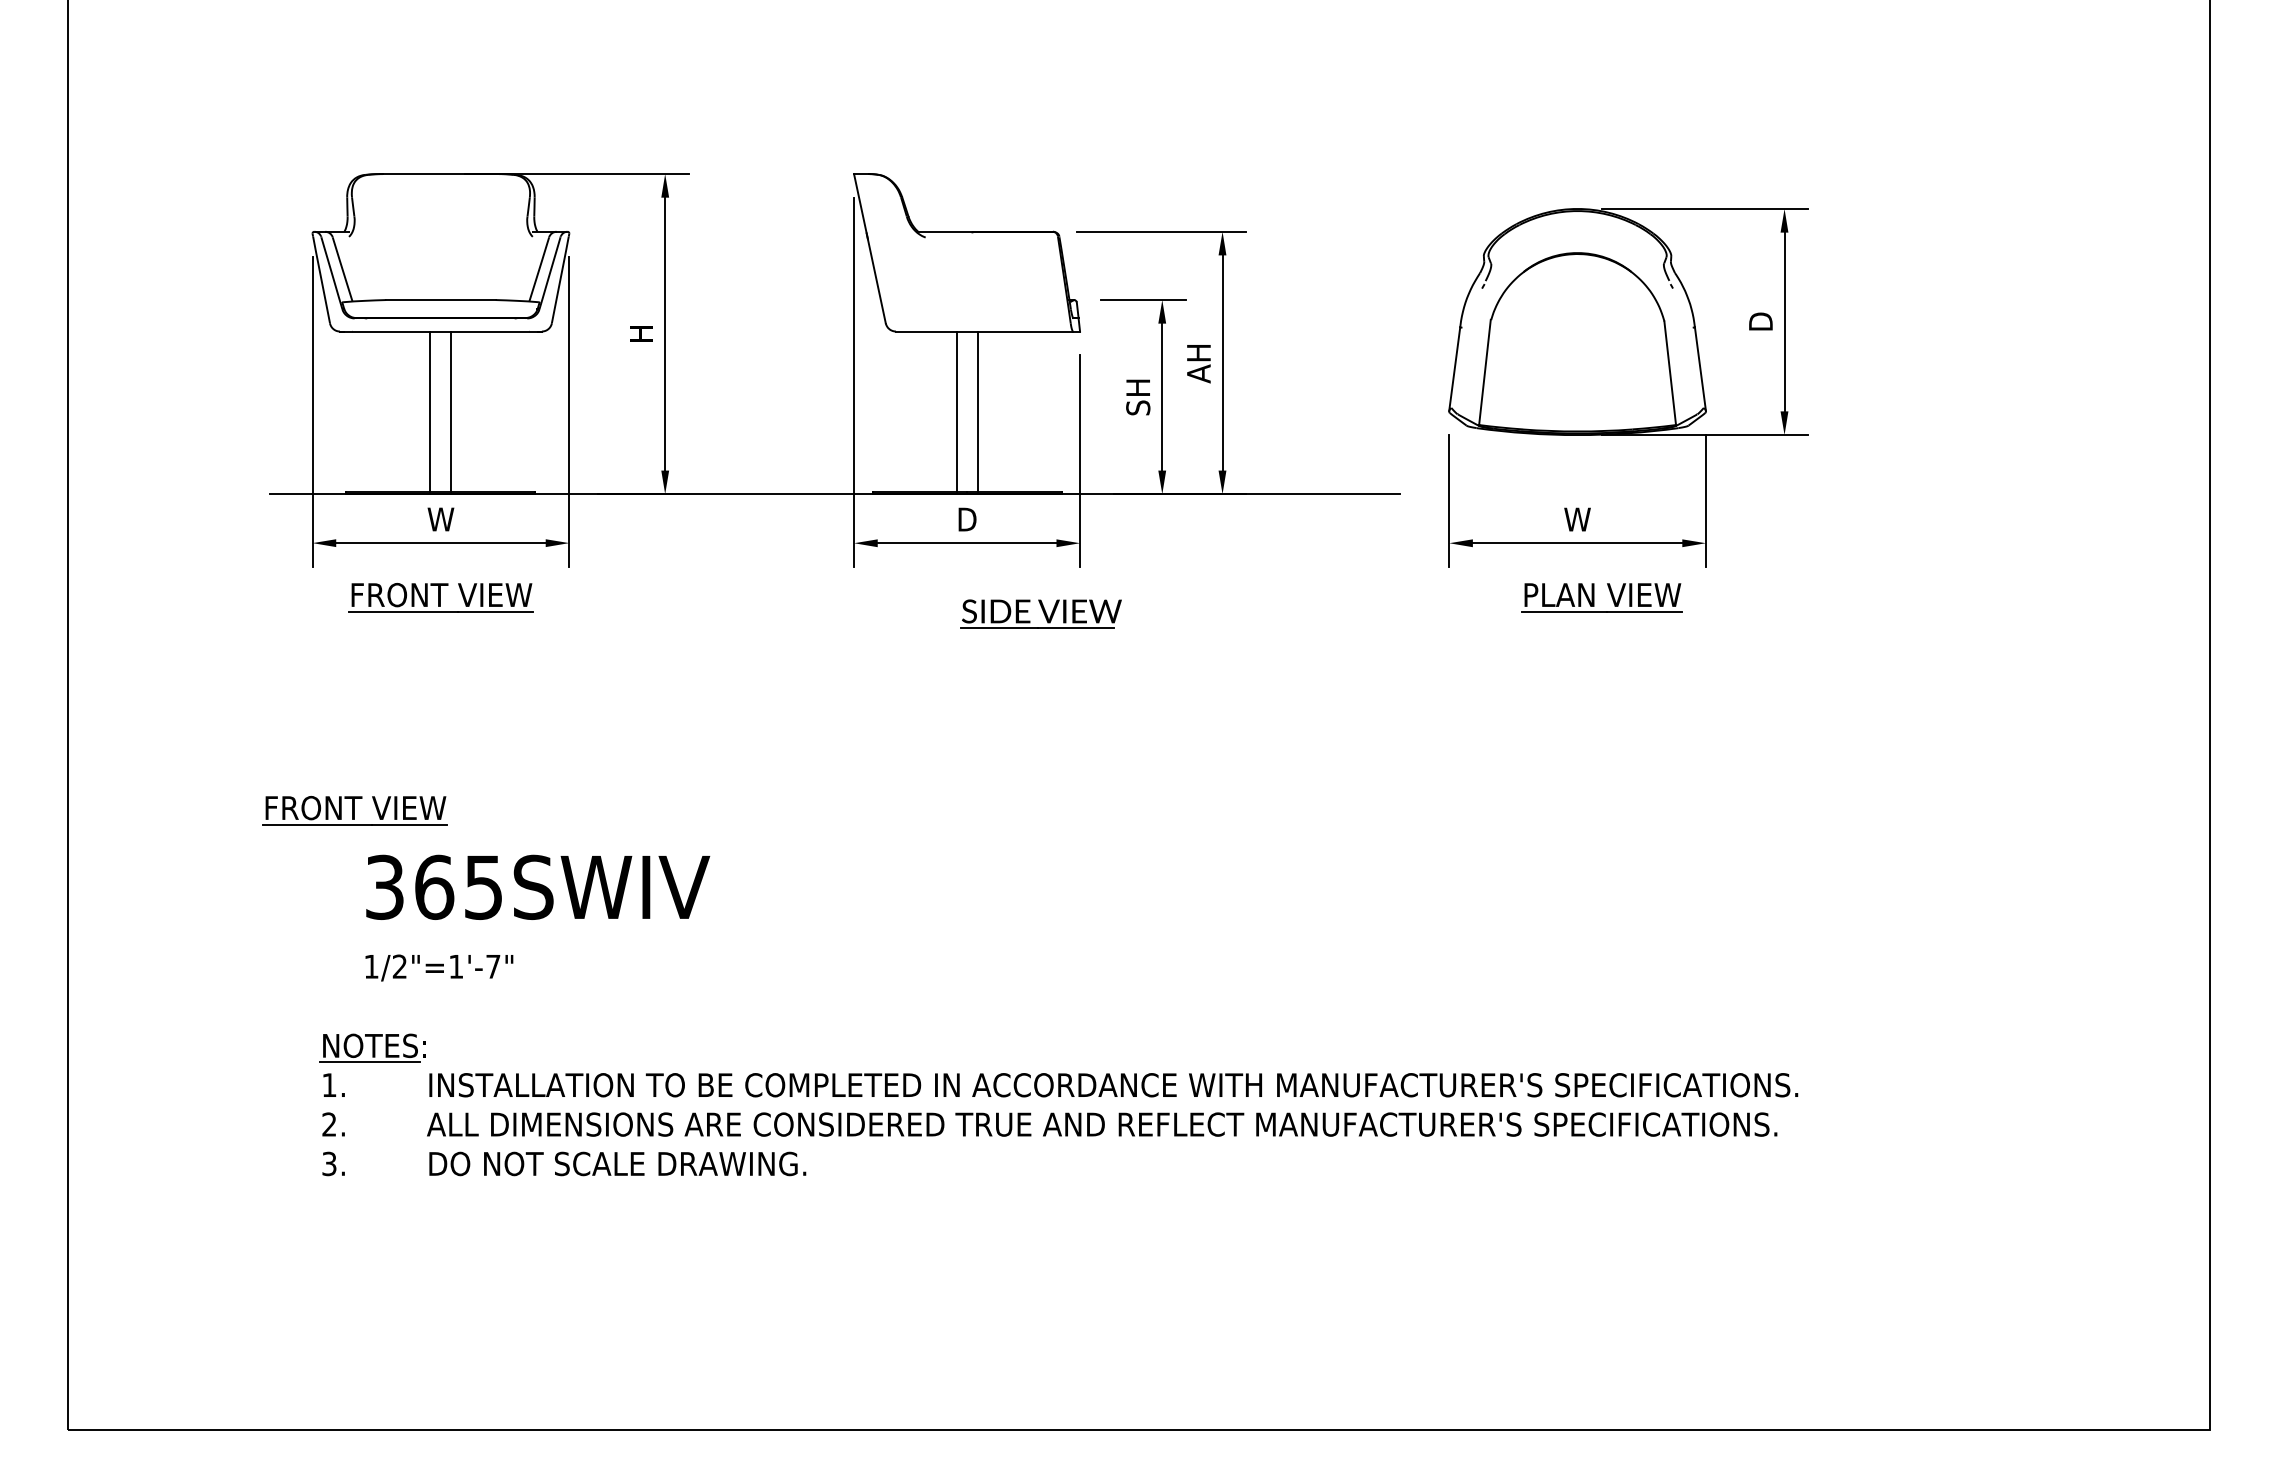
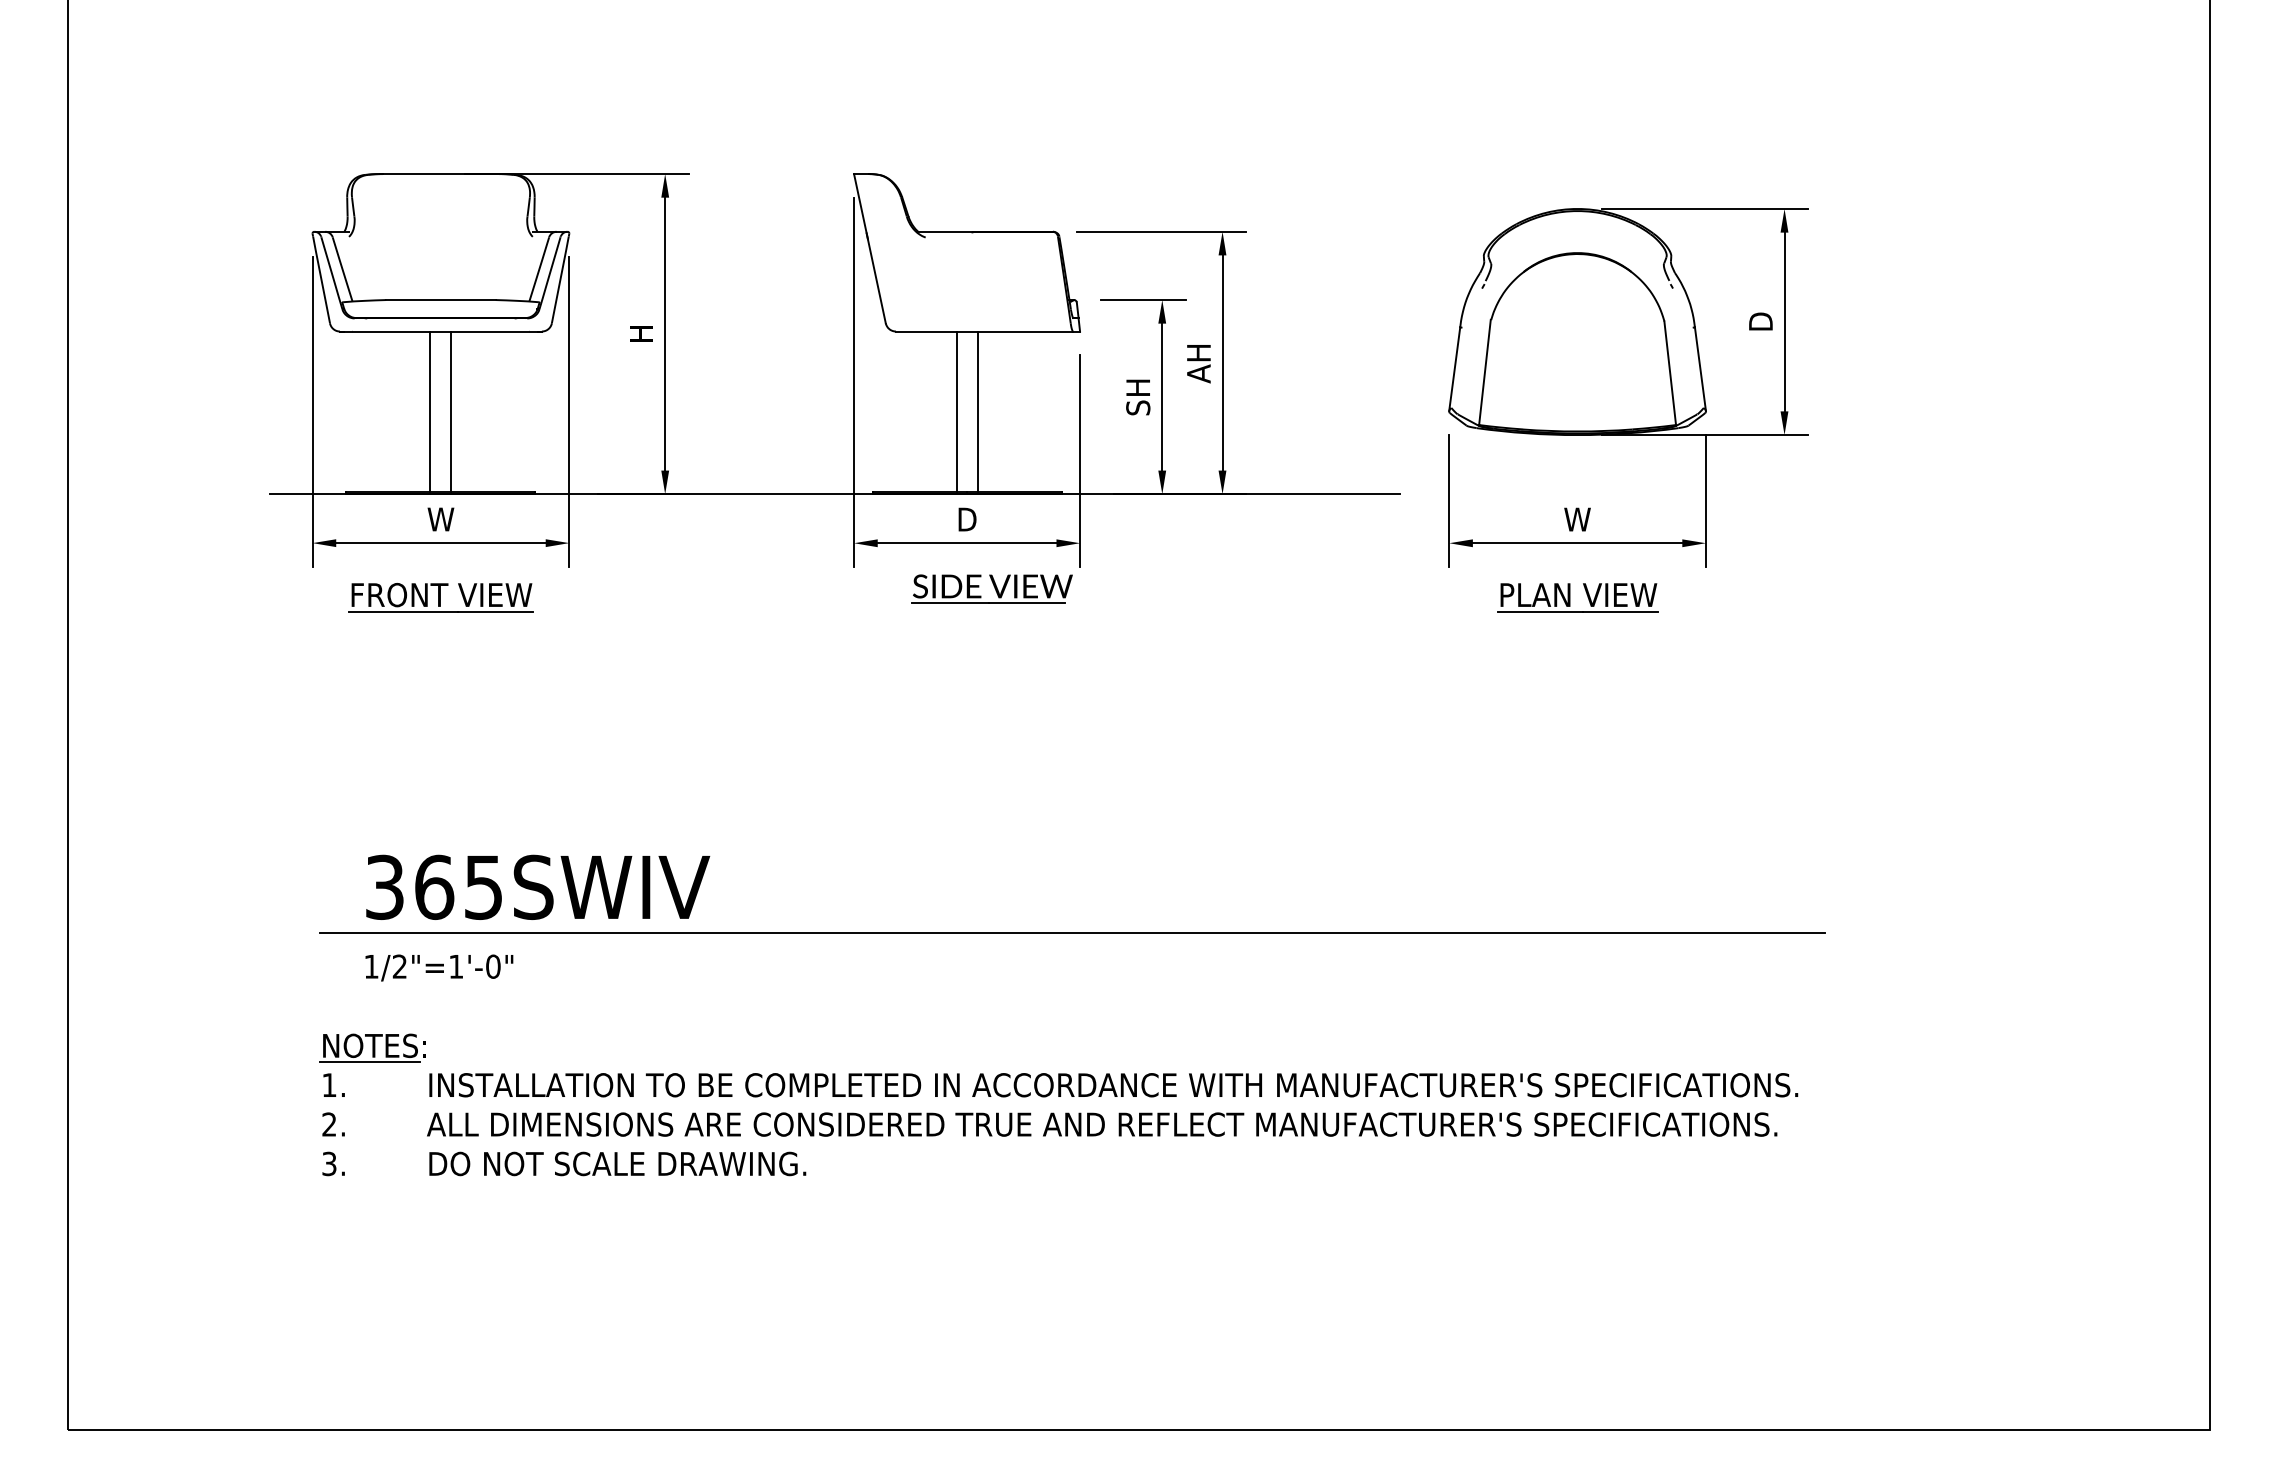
part at (1594, 597) position: (1594, 597) -> (1570, 597)
part at (1040, 613) position: (1040, 613) -> (991, 588)
part at (354, 810): present -> none
line at (1072, 933): none -> present
text at (493, 966): 1/2"=1'-7" -> 1/2"=1'-0"
